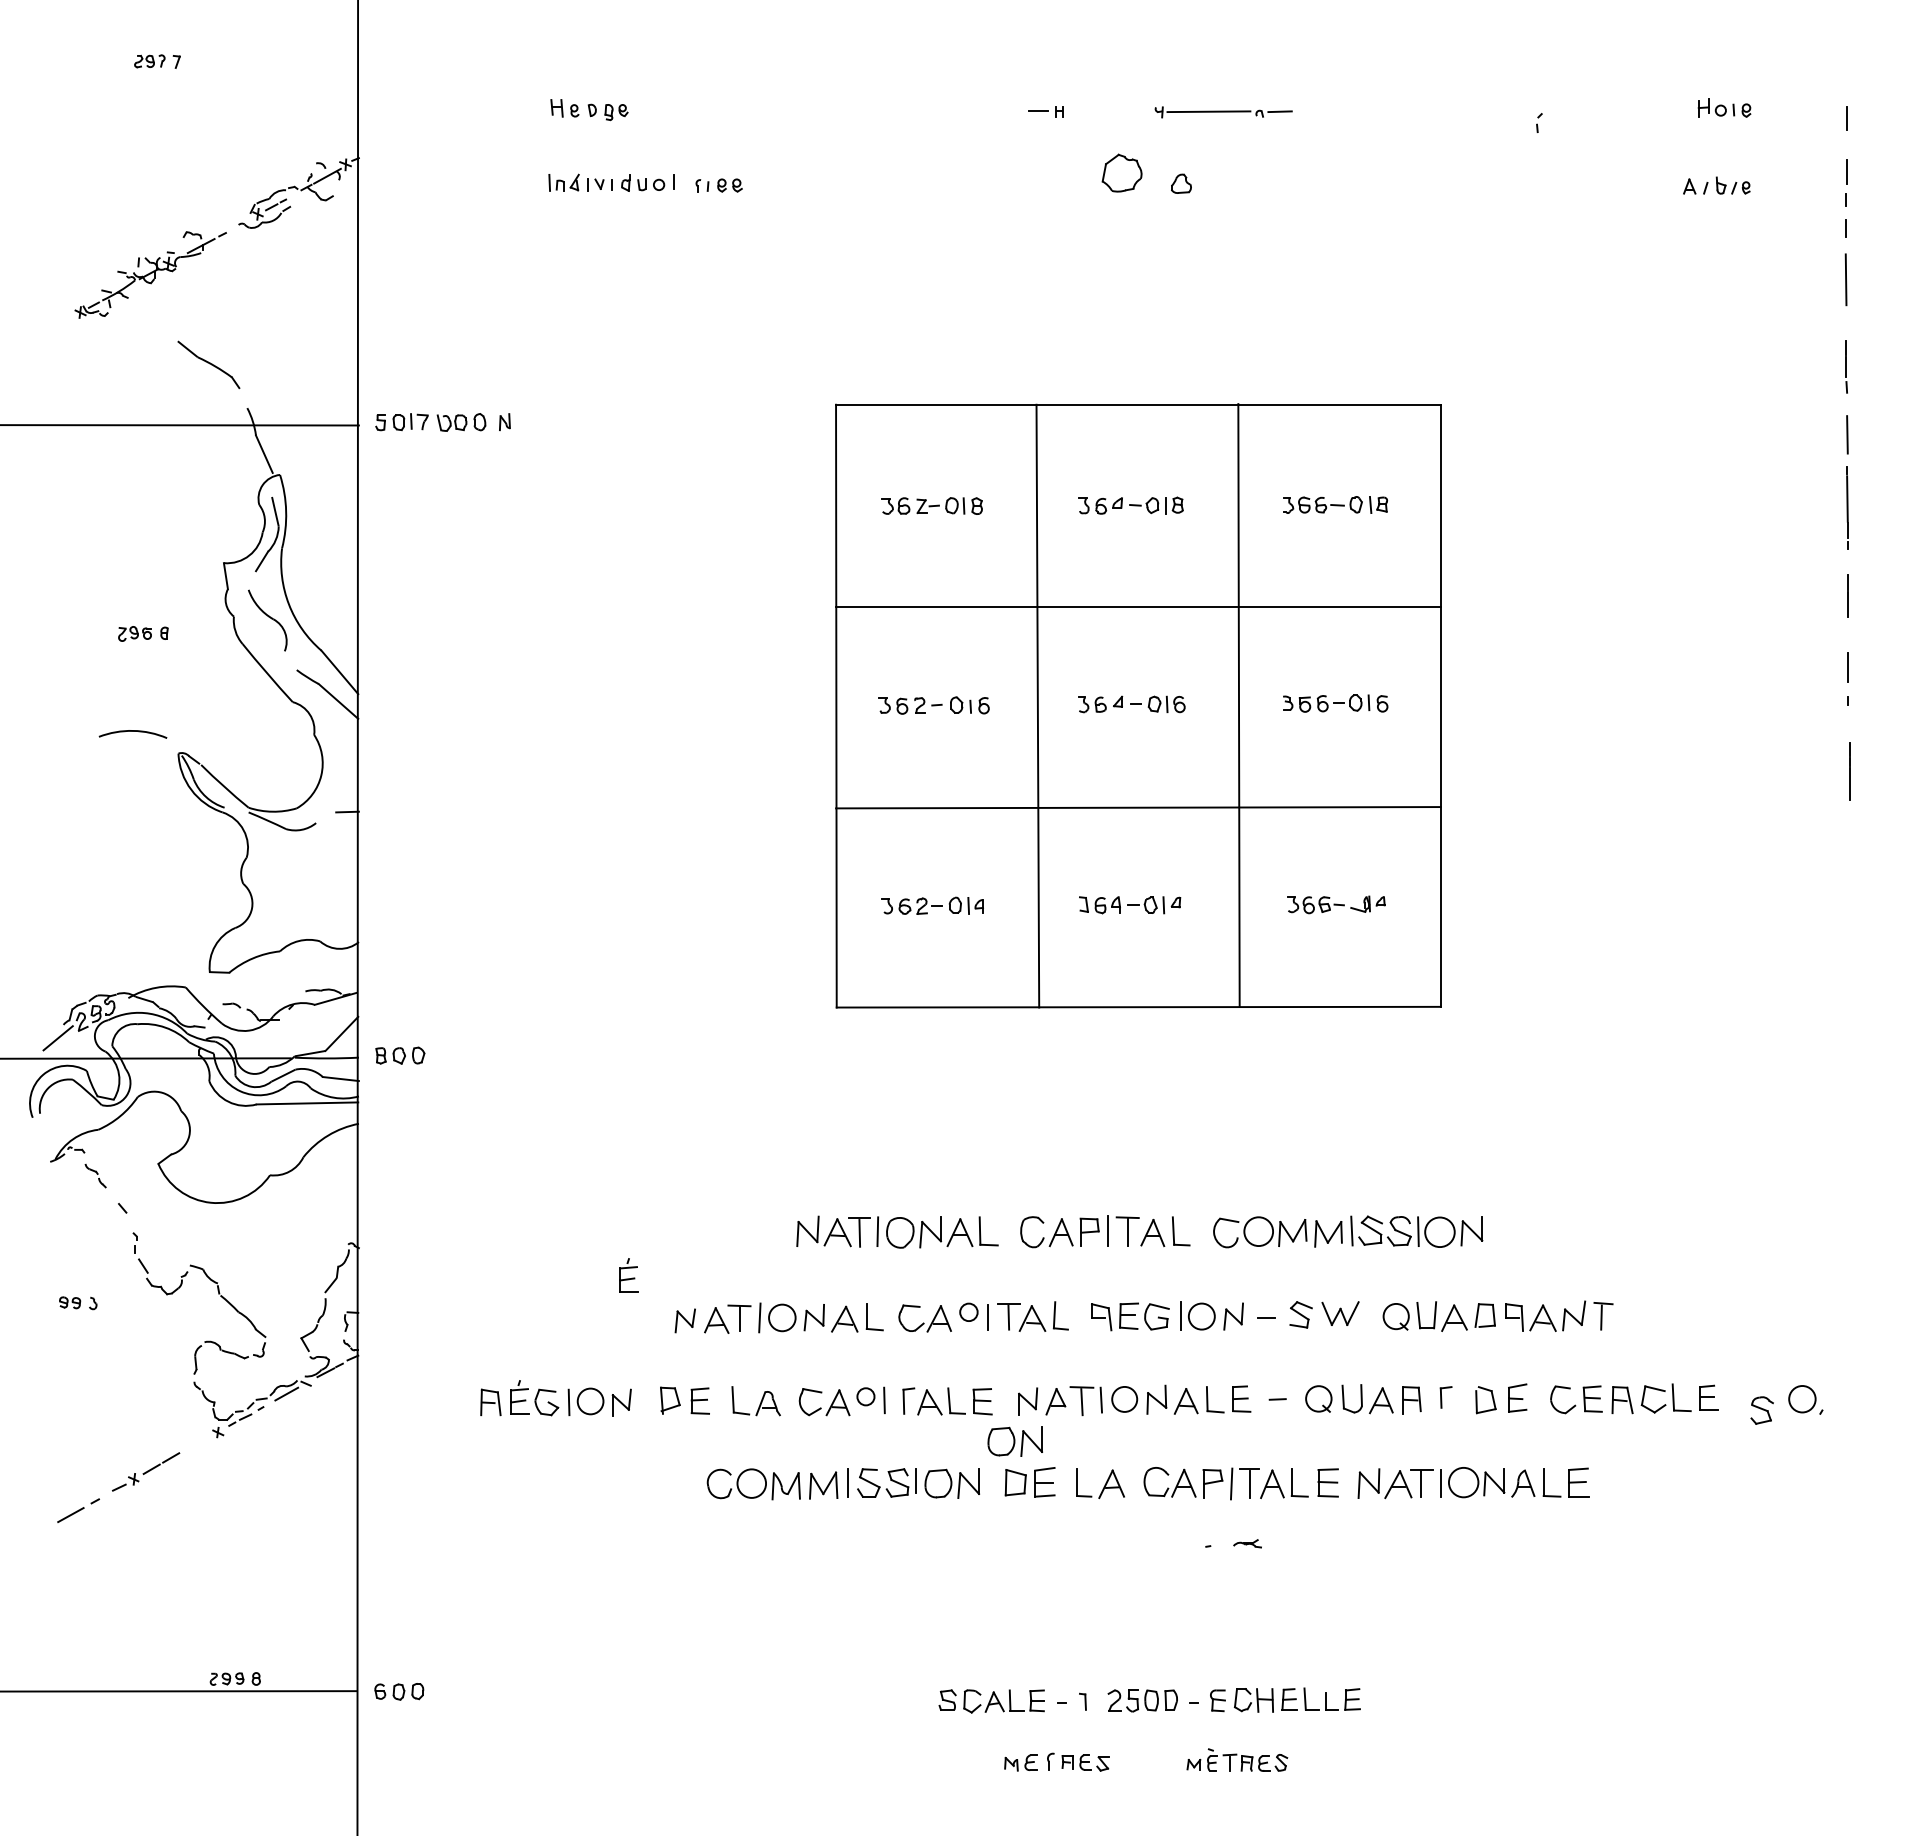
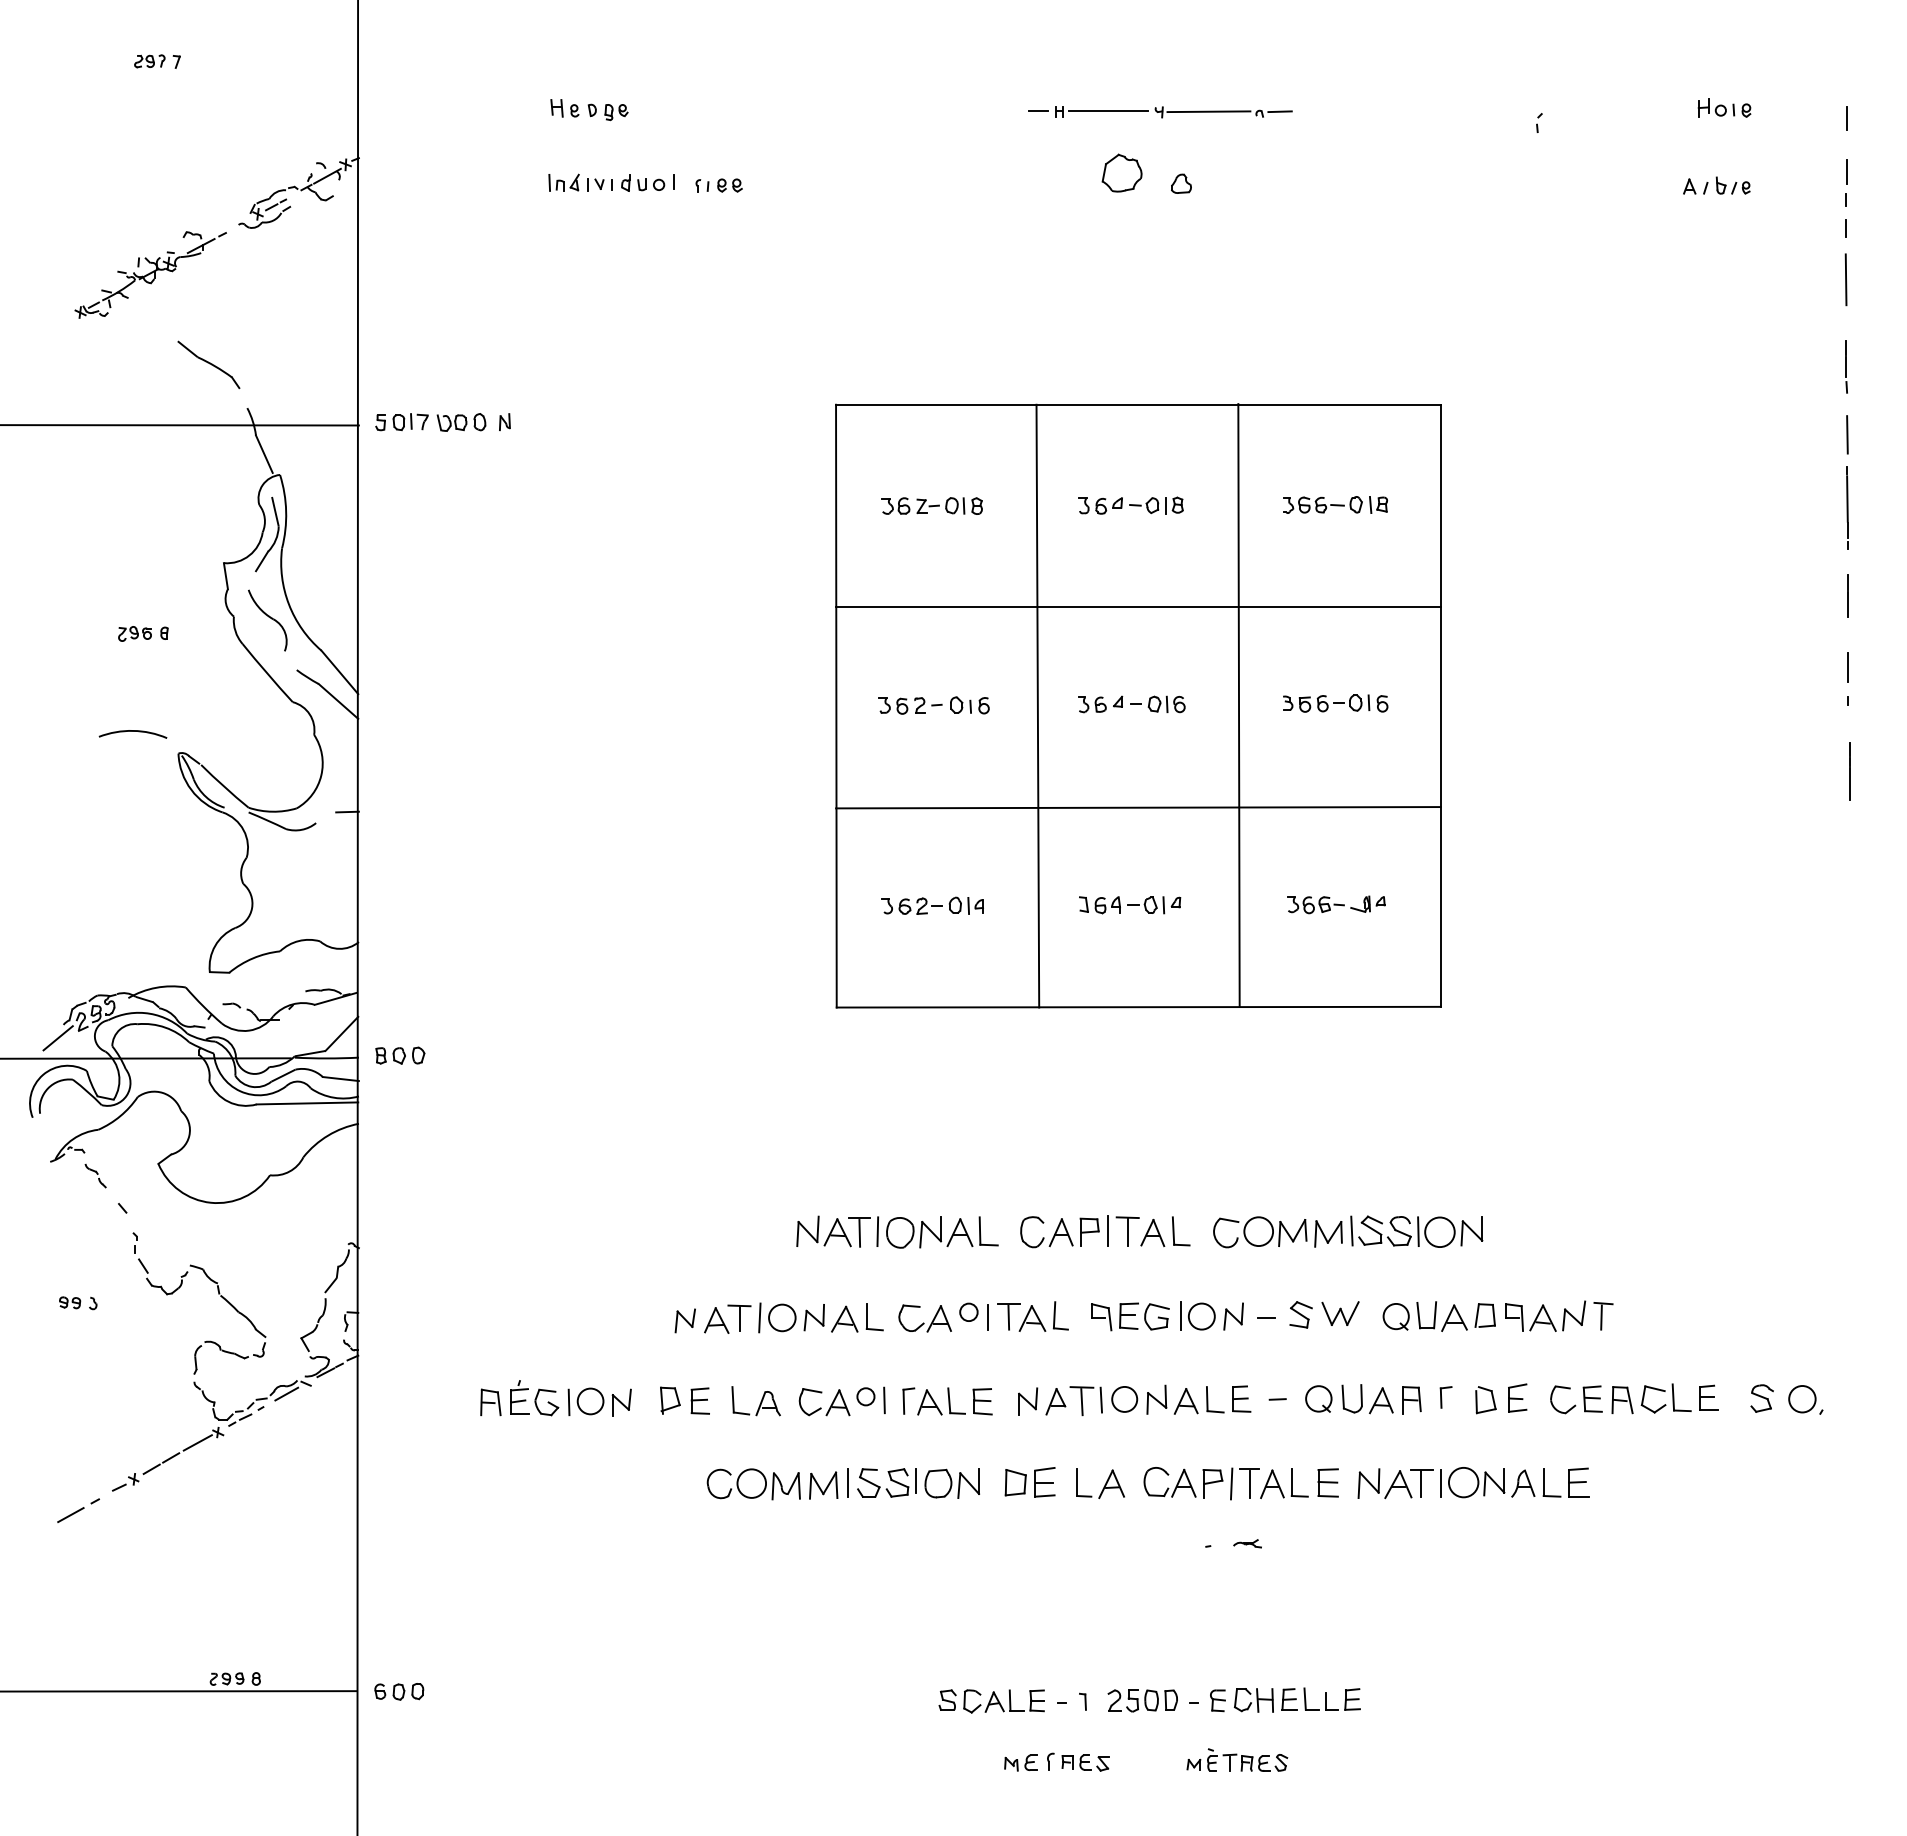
line at (1108, 111): none -> present
part at (628, 1275): present -> none
part at (1761, 1410) position: (1761, 1410) -> (1761, 1398)
part at (1014, 1441): present -> none
line at (197, 1442): none -> present
